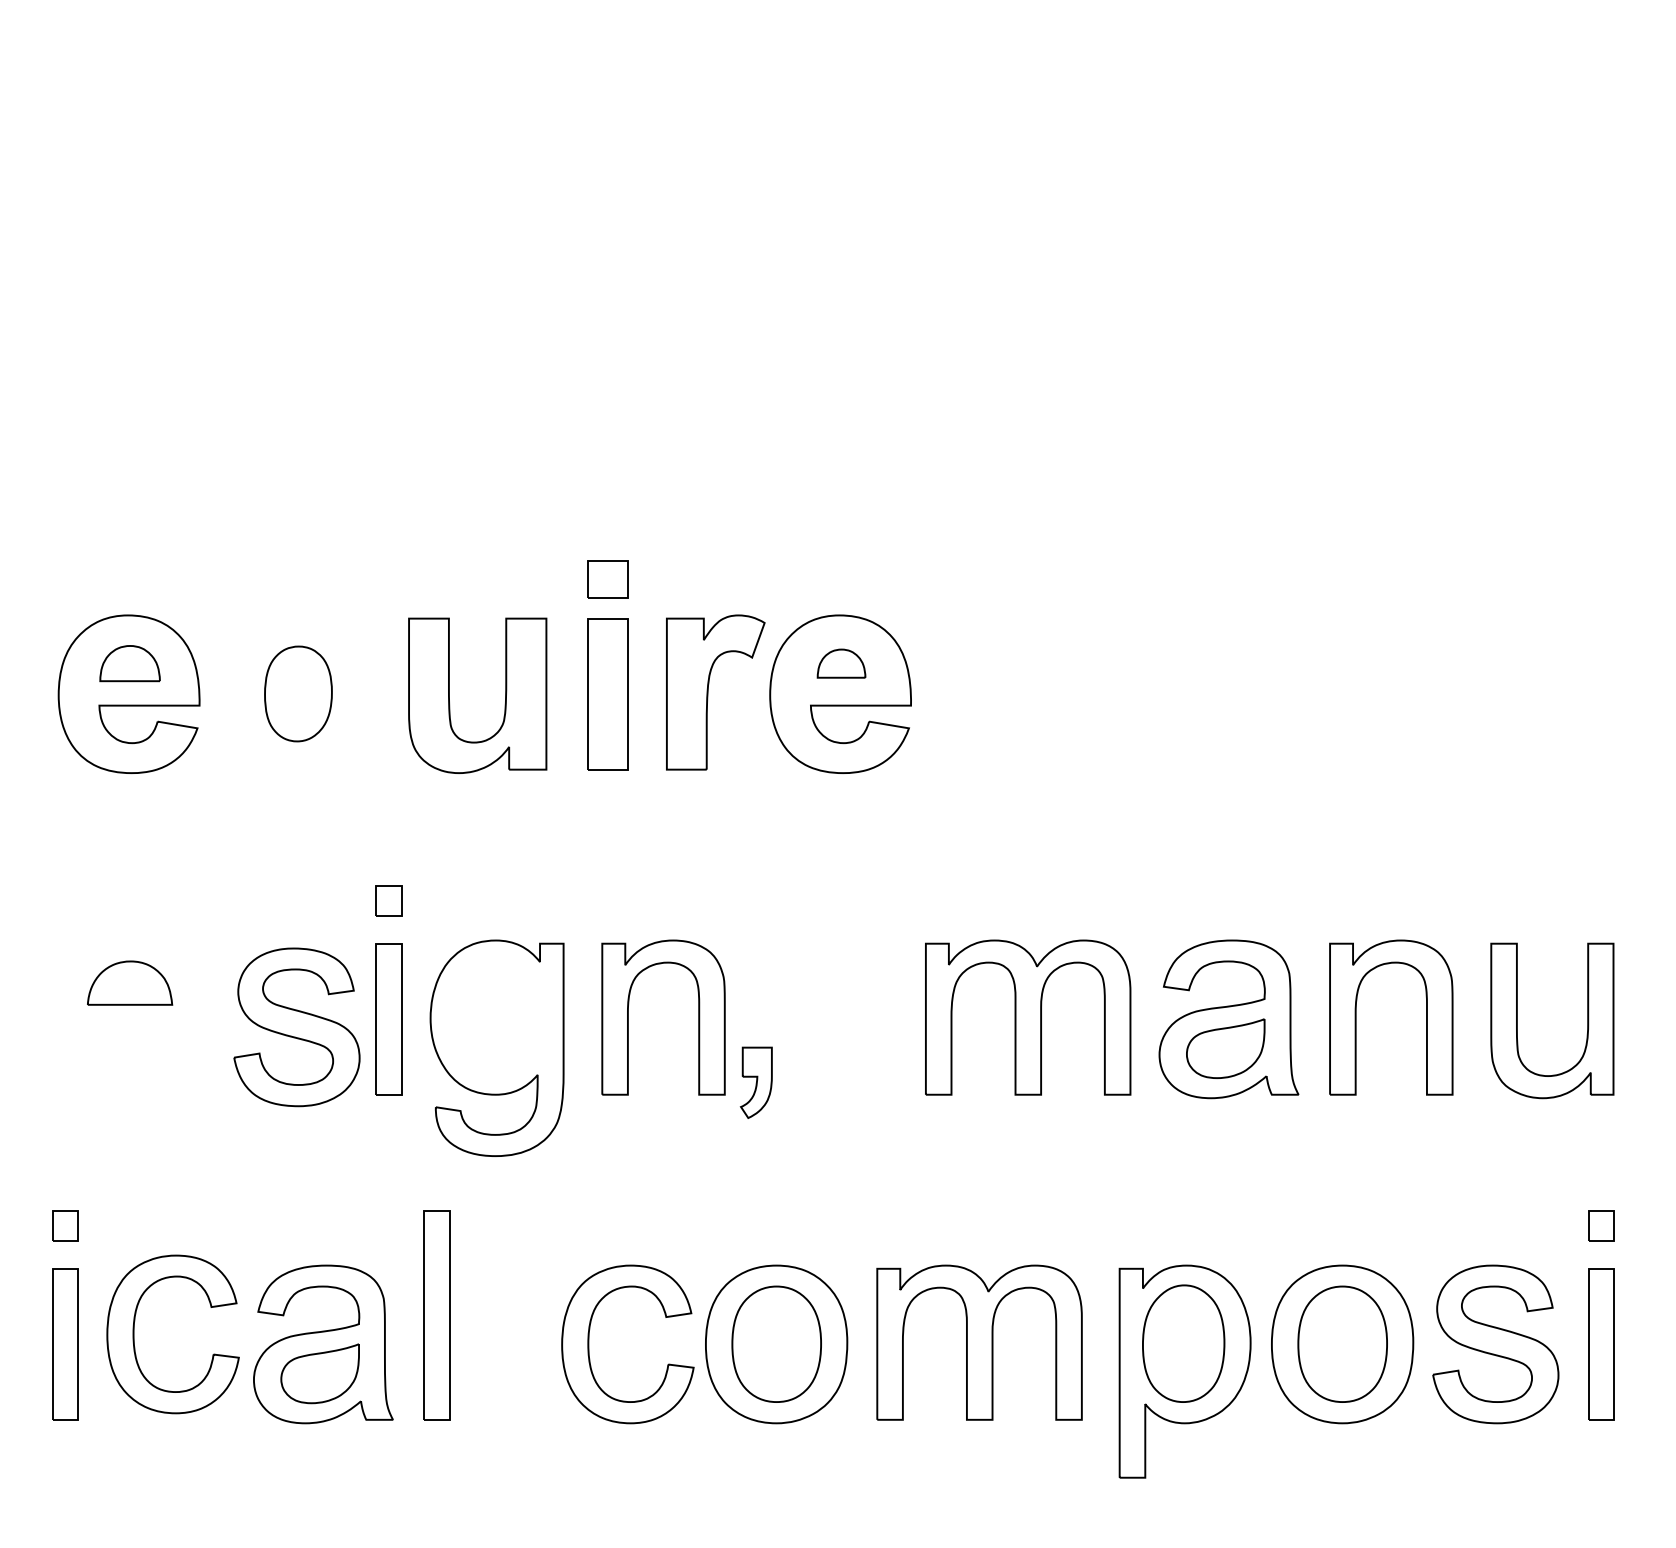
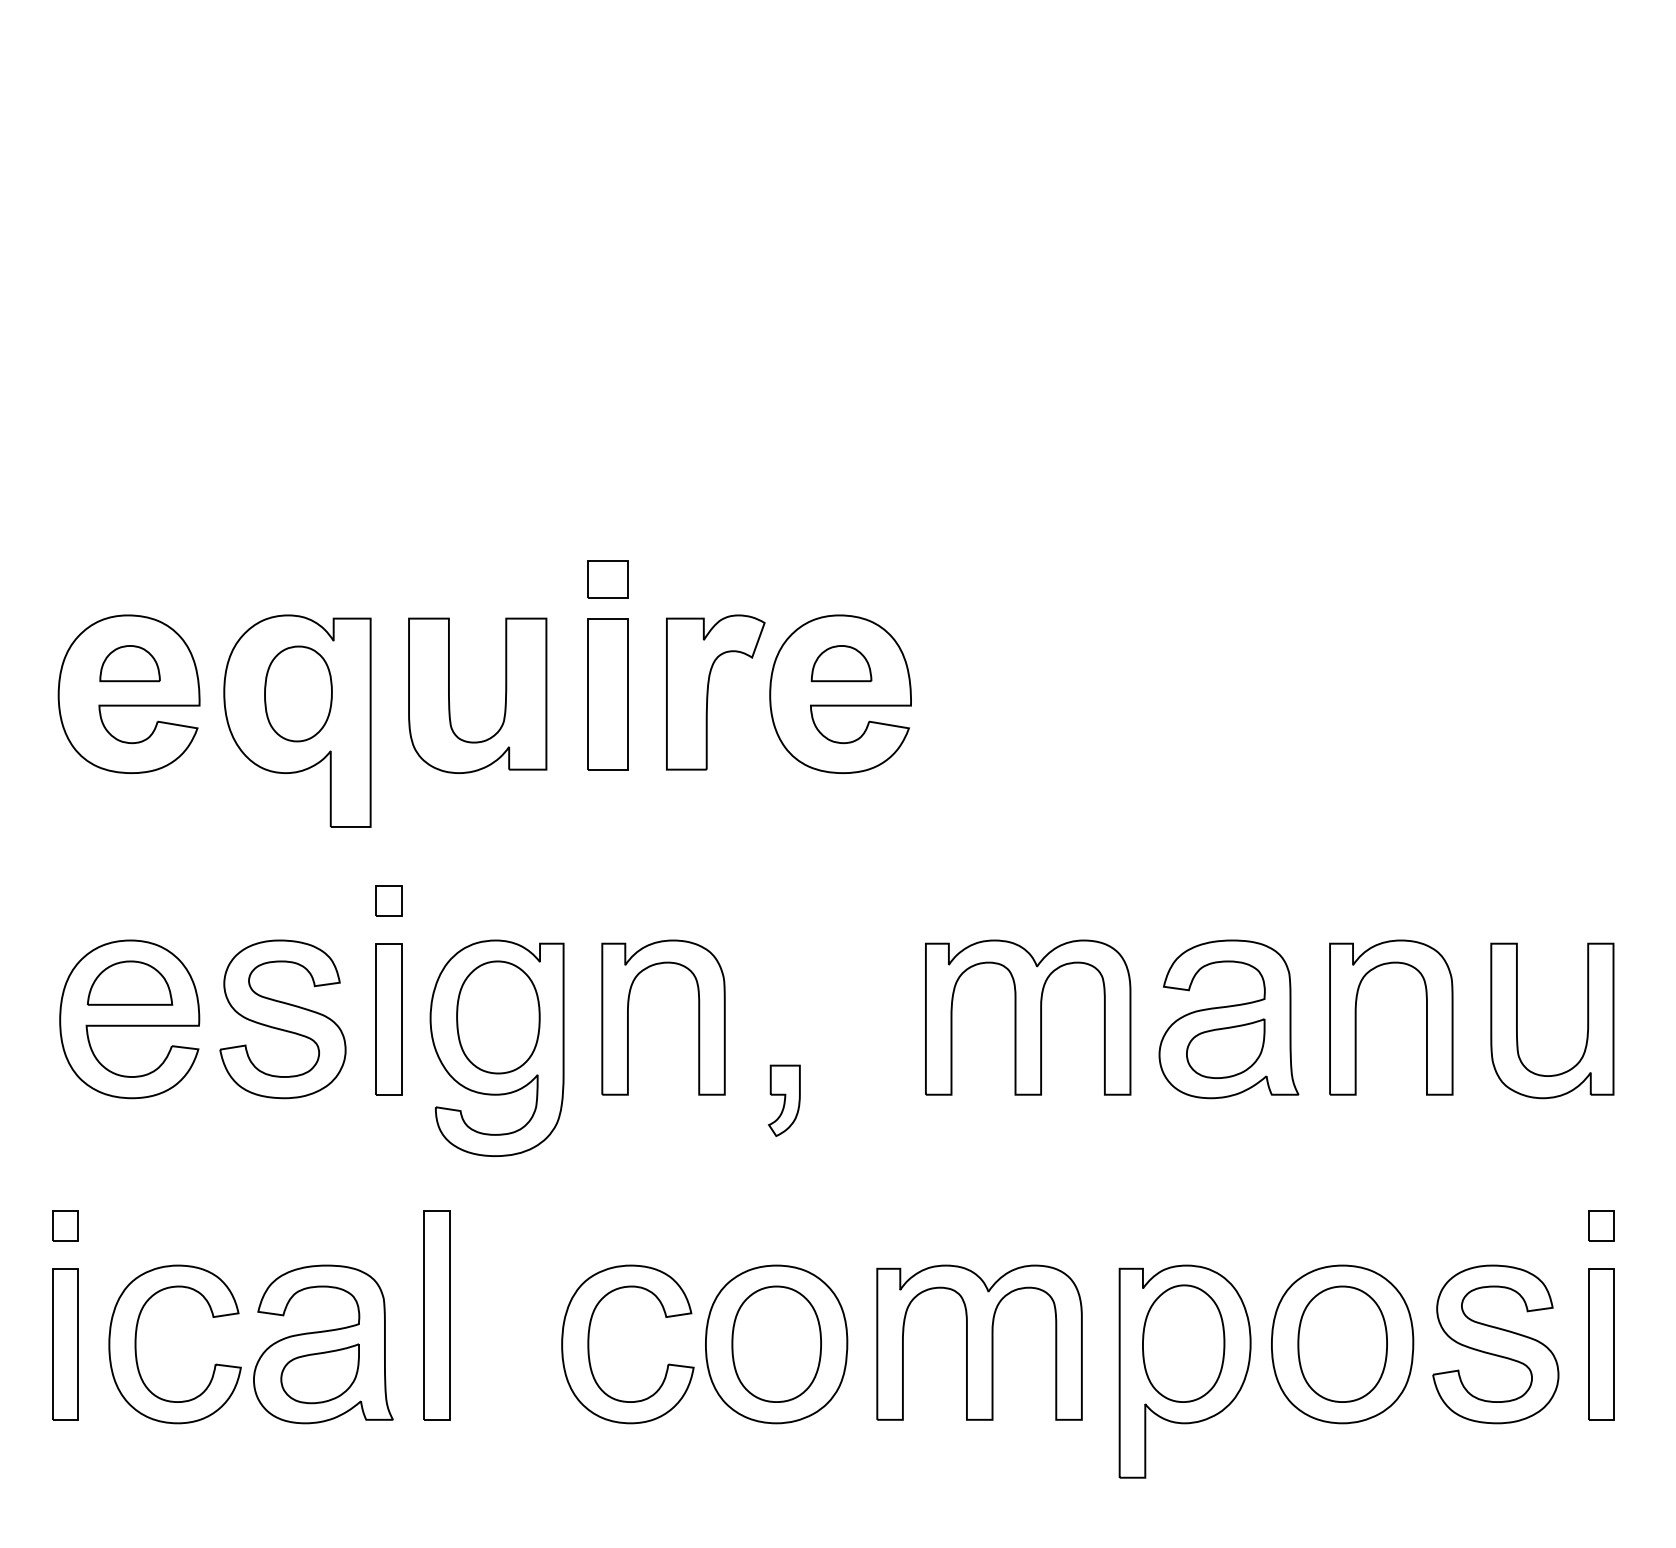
part at (841, 663) size: 51x31 px -> 63x38 px
part at (297, 720): none -> present
part at (498, 1017): none -> present
part at (129, 1019): none -> present
part at (296, 1027) position: (296, 1027) -> (282, 1019)
part at (755, 1082) position: (755, 1082) -> (783, 1100)
part at (134, 1334) position: (134, 1334) -> (136, 1344)
